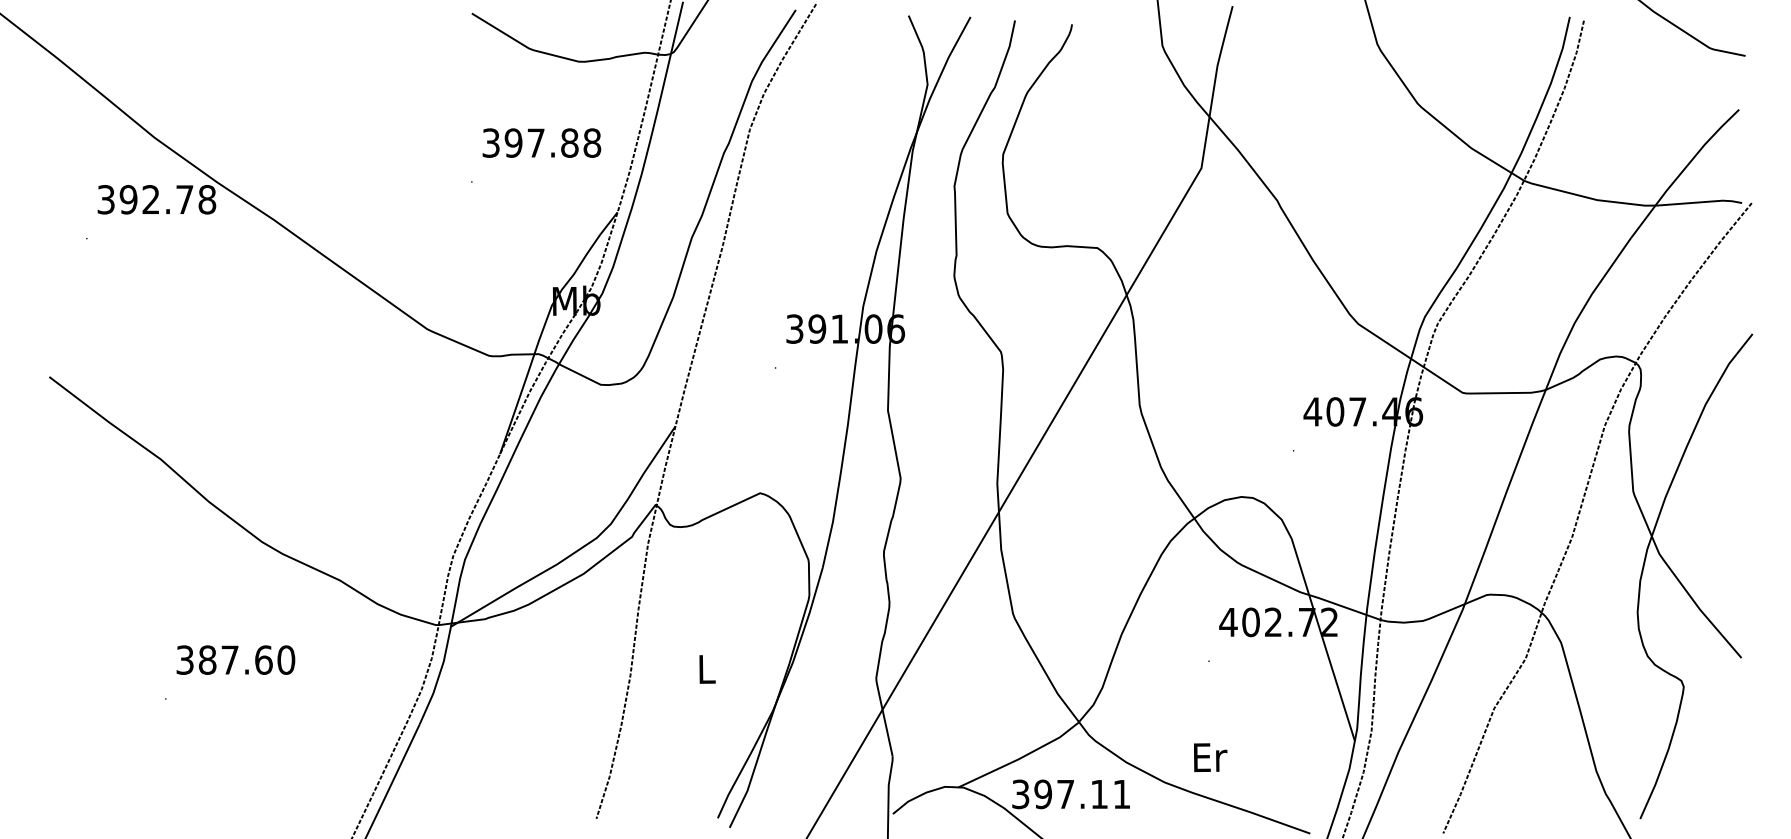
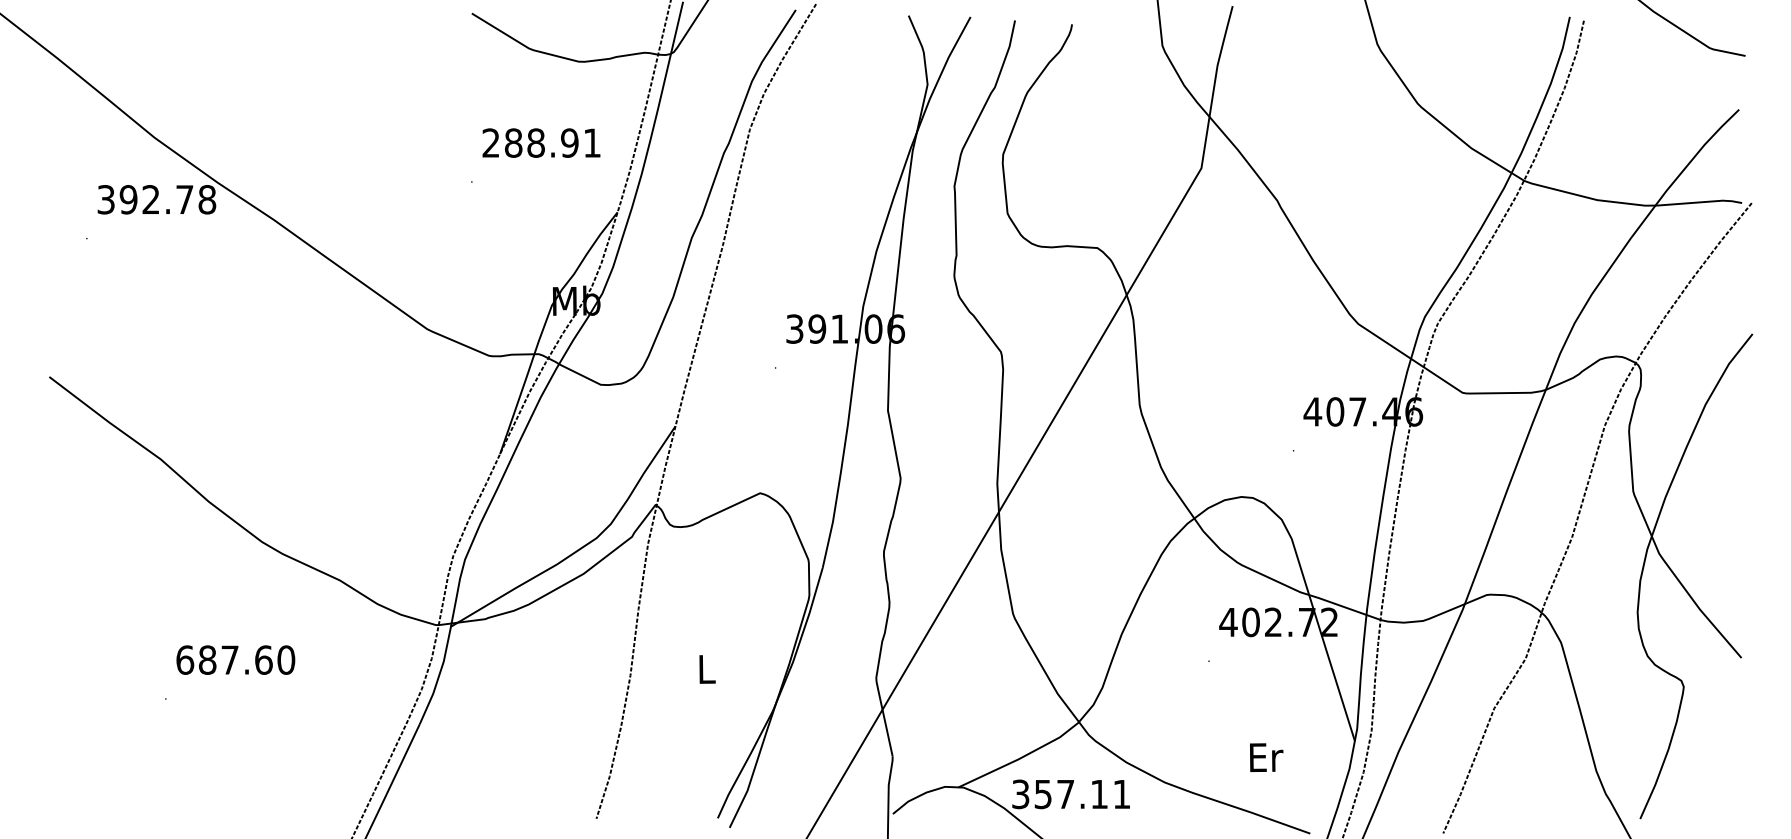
text at (541, 142): 397.88 -> 288.91
text at (185, 659): 387.60 -> 687.60
text at (1210, 757) position: (1210, 757) -> (1266, 757)
text at (1043, 794): 397.11 -> 357.11
